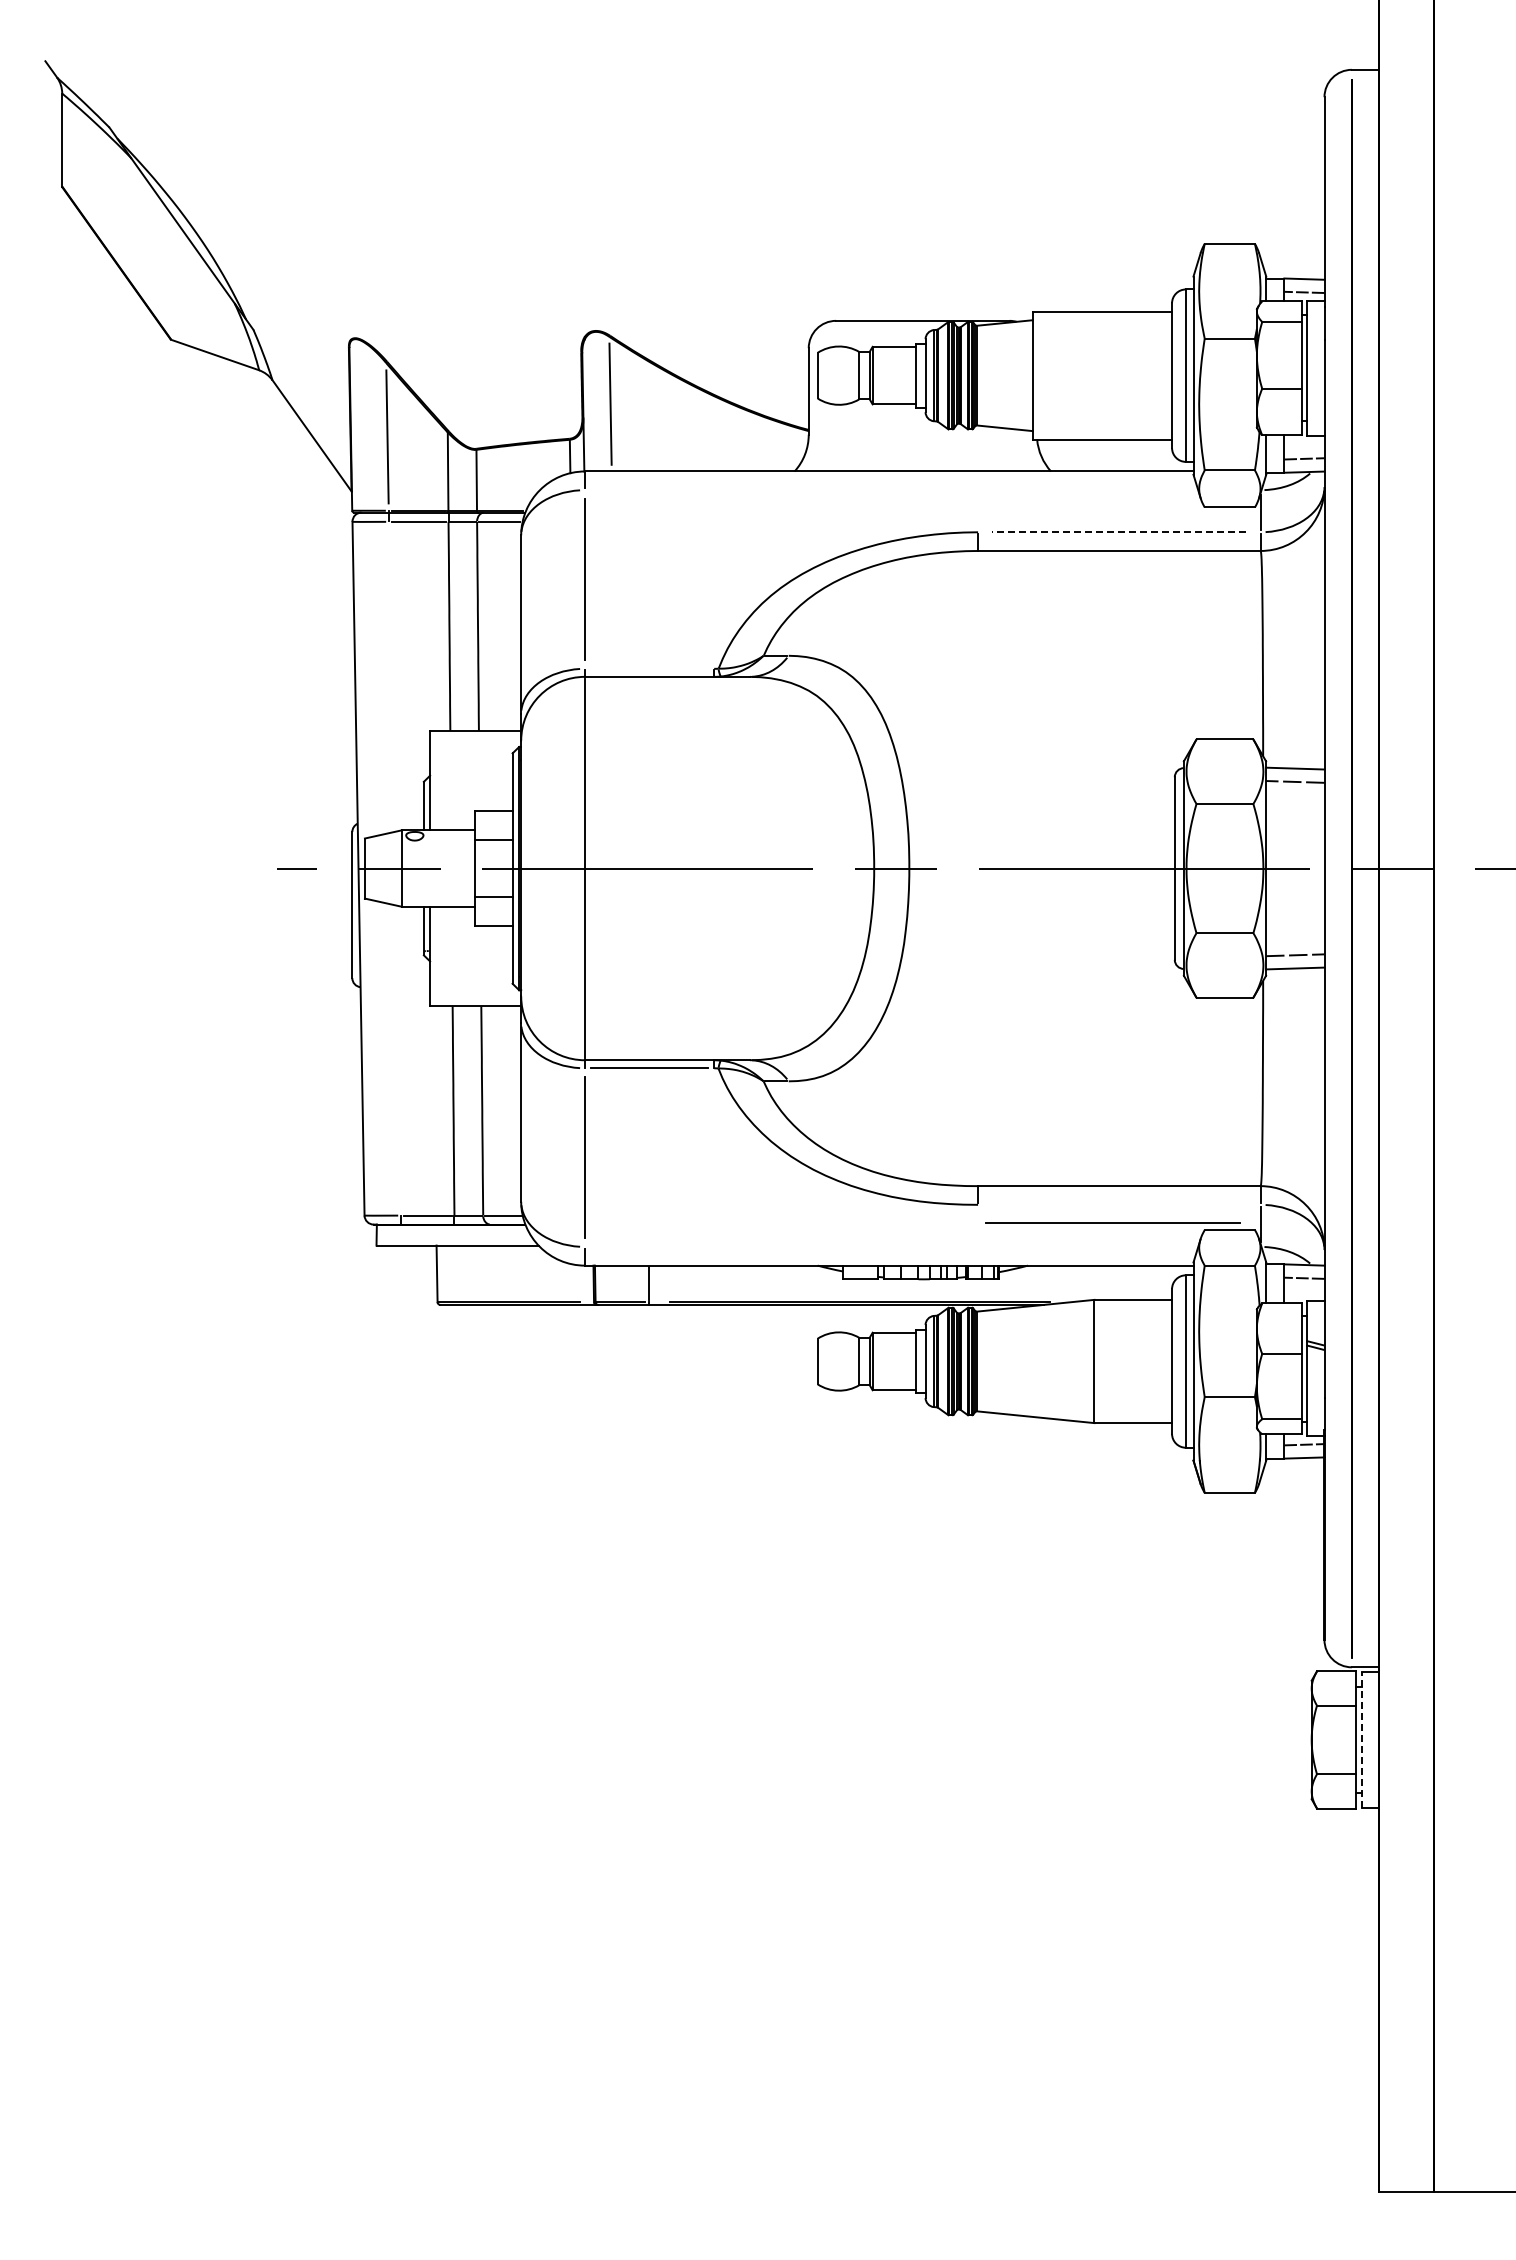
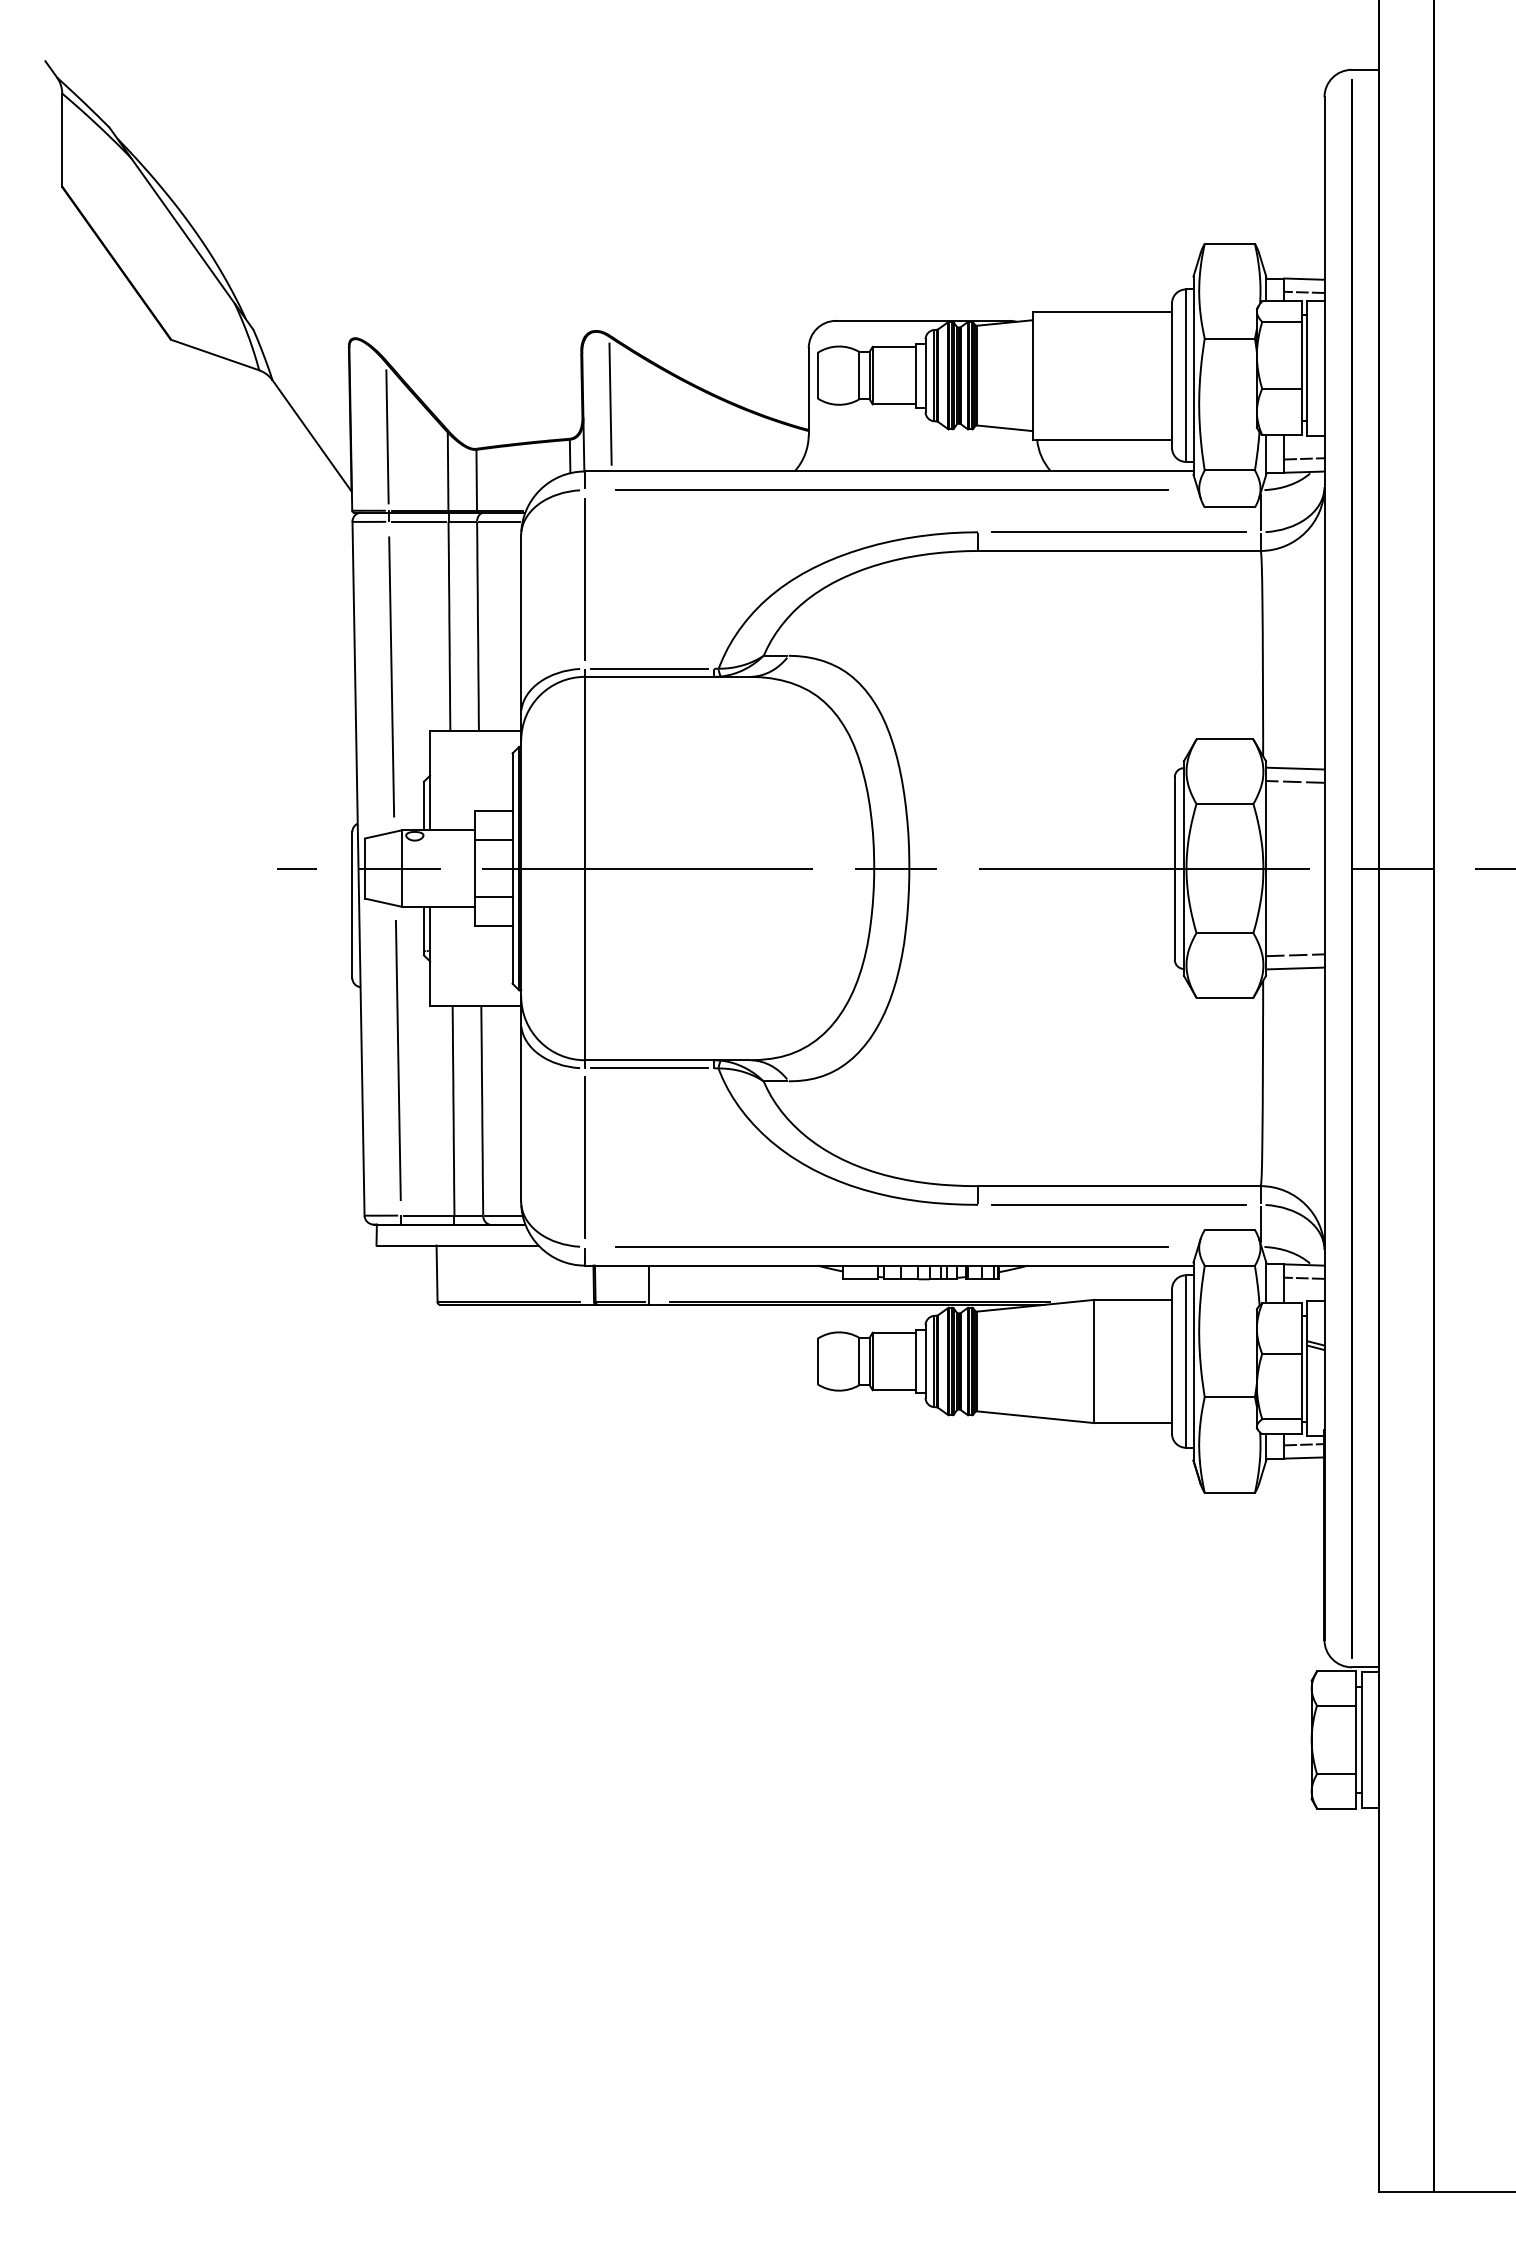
line at (891, 490): none -> present
line at (1118, 532): dashed -> solid
line at (649, 668): none -> present
line at (391, 676): none -> present
line at (397, 1060): none -> present
line at (1112, 1222) position: (1112, 1222) -> (1118, 1204)
line at (891, 1246): none -> present
line at (1361, 1739): dashed -> solid
